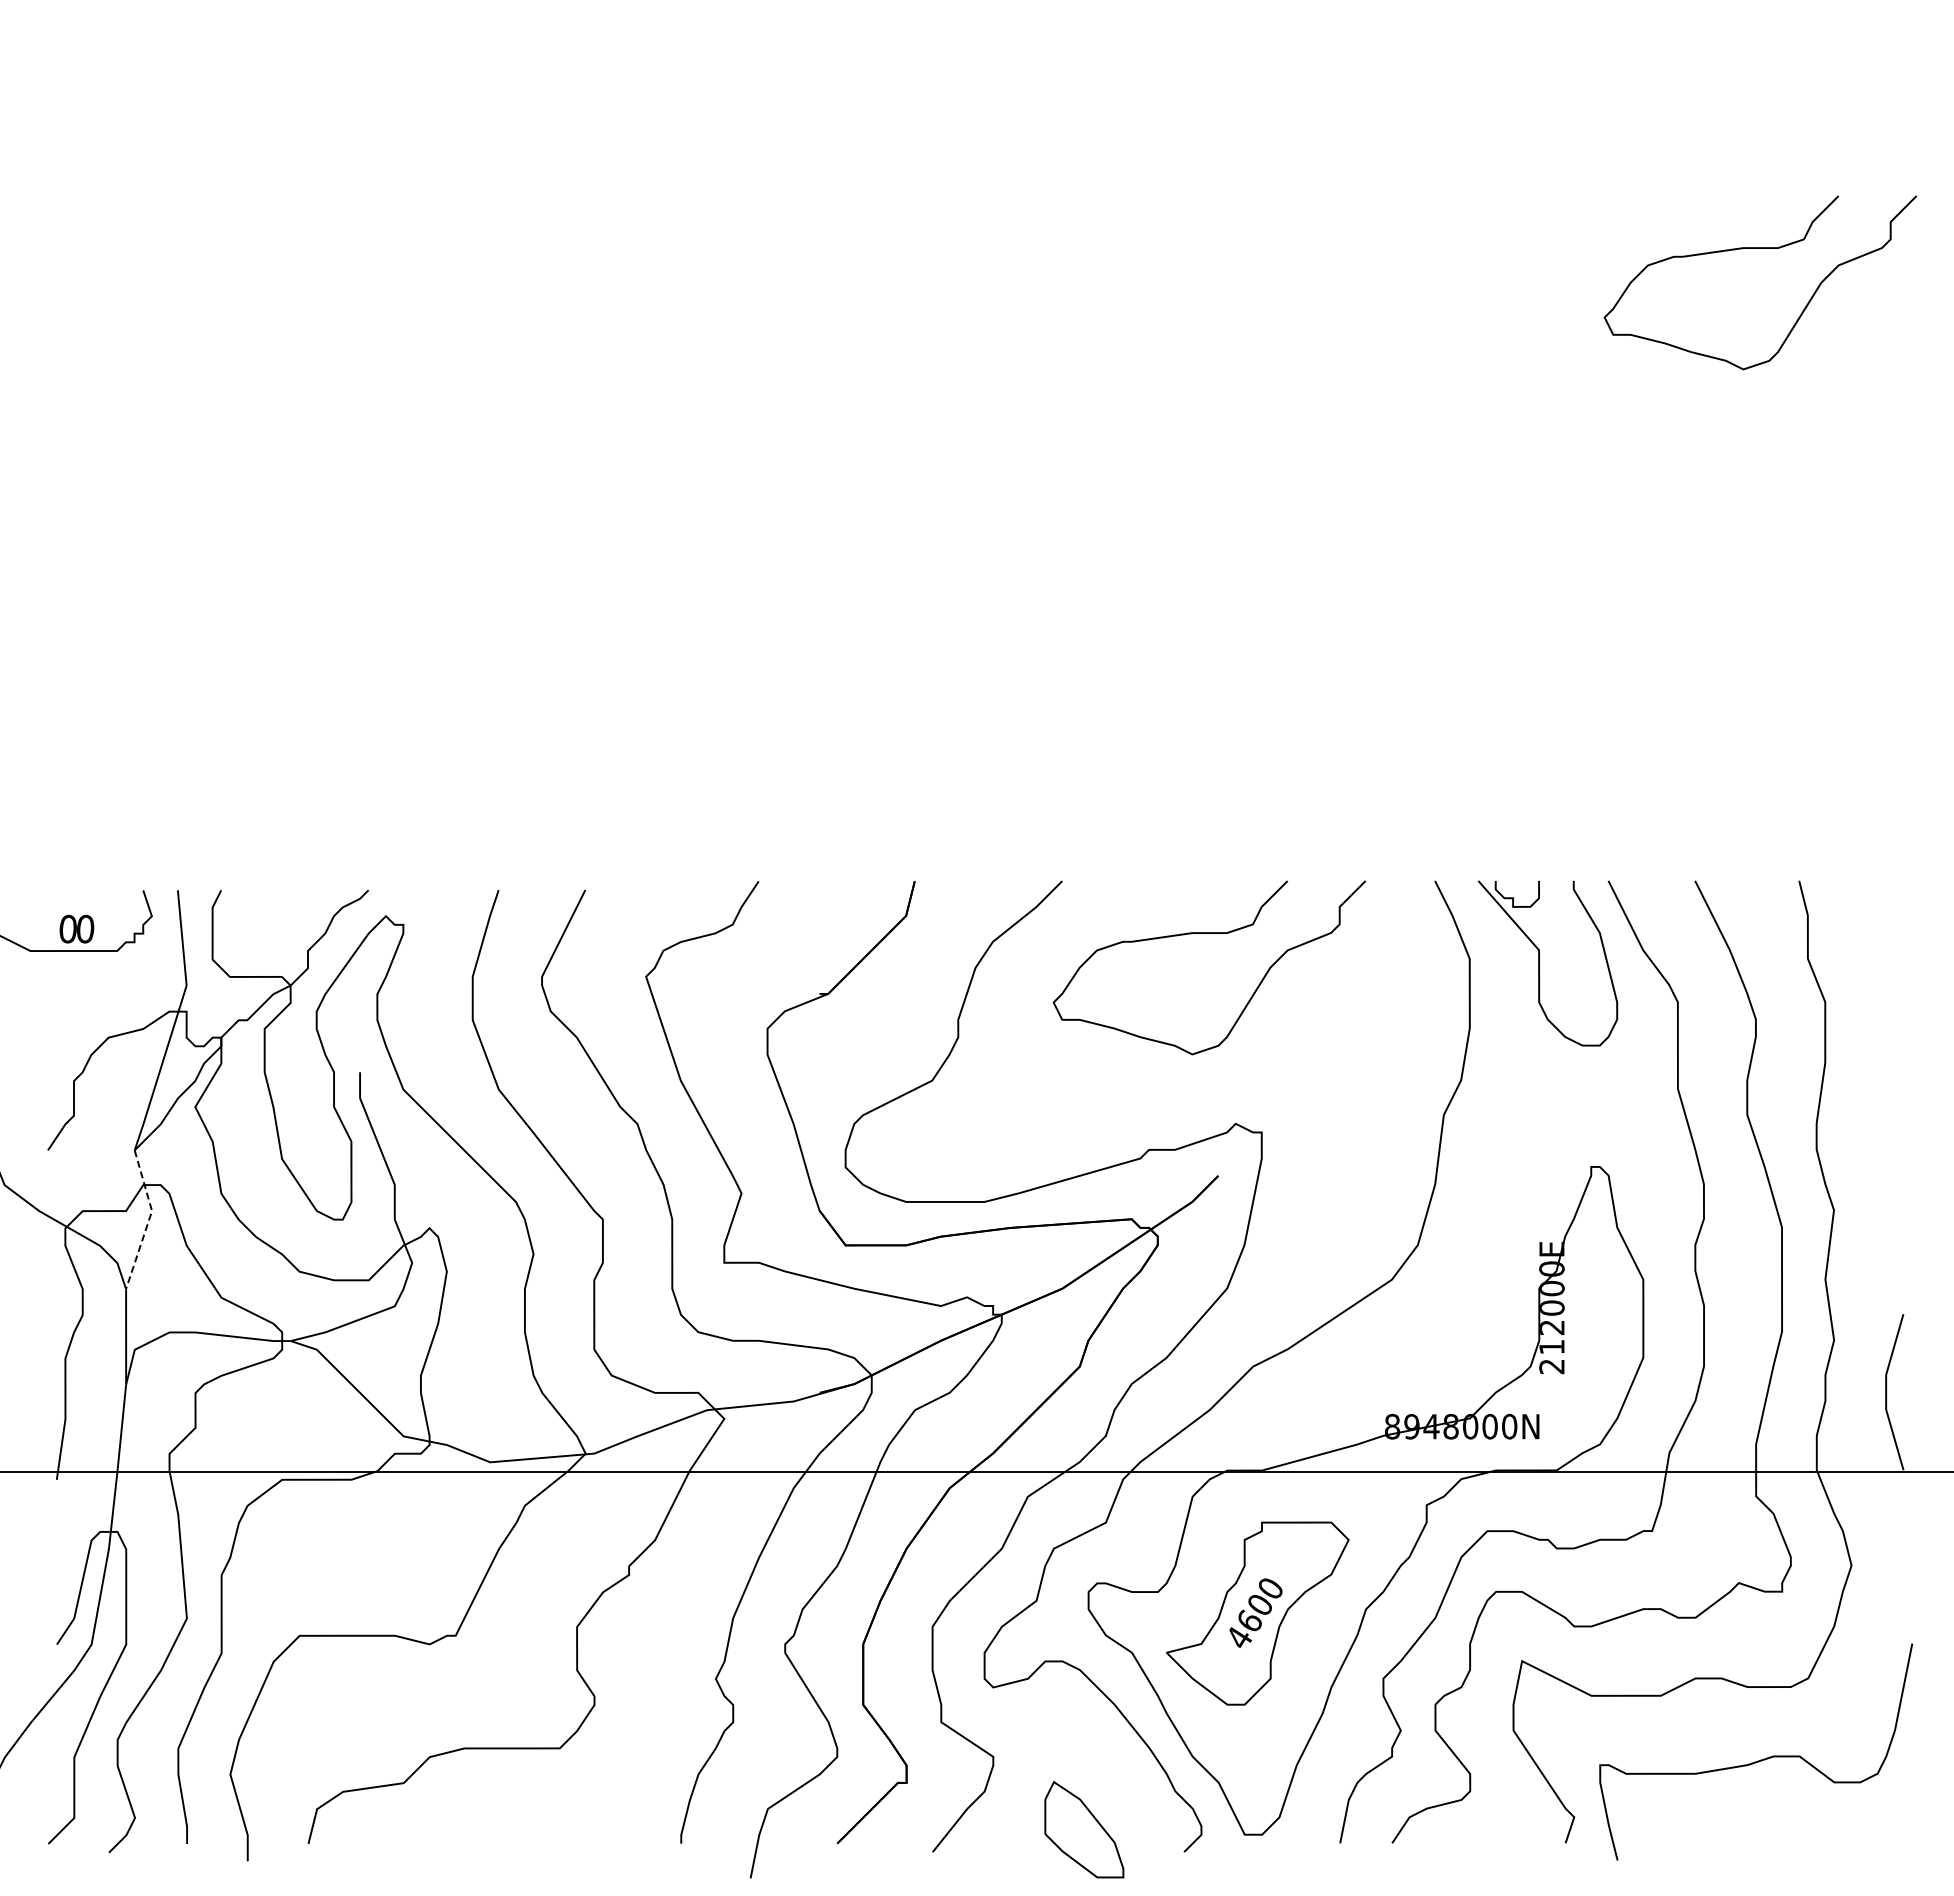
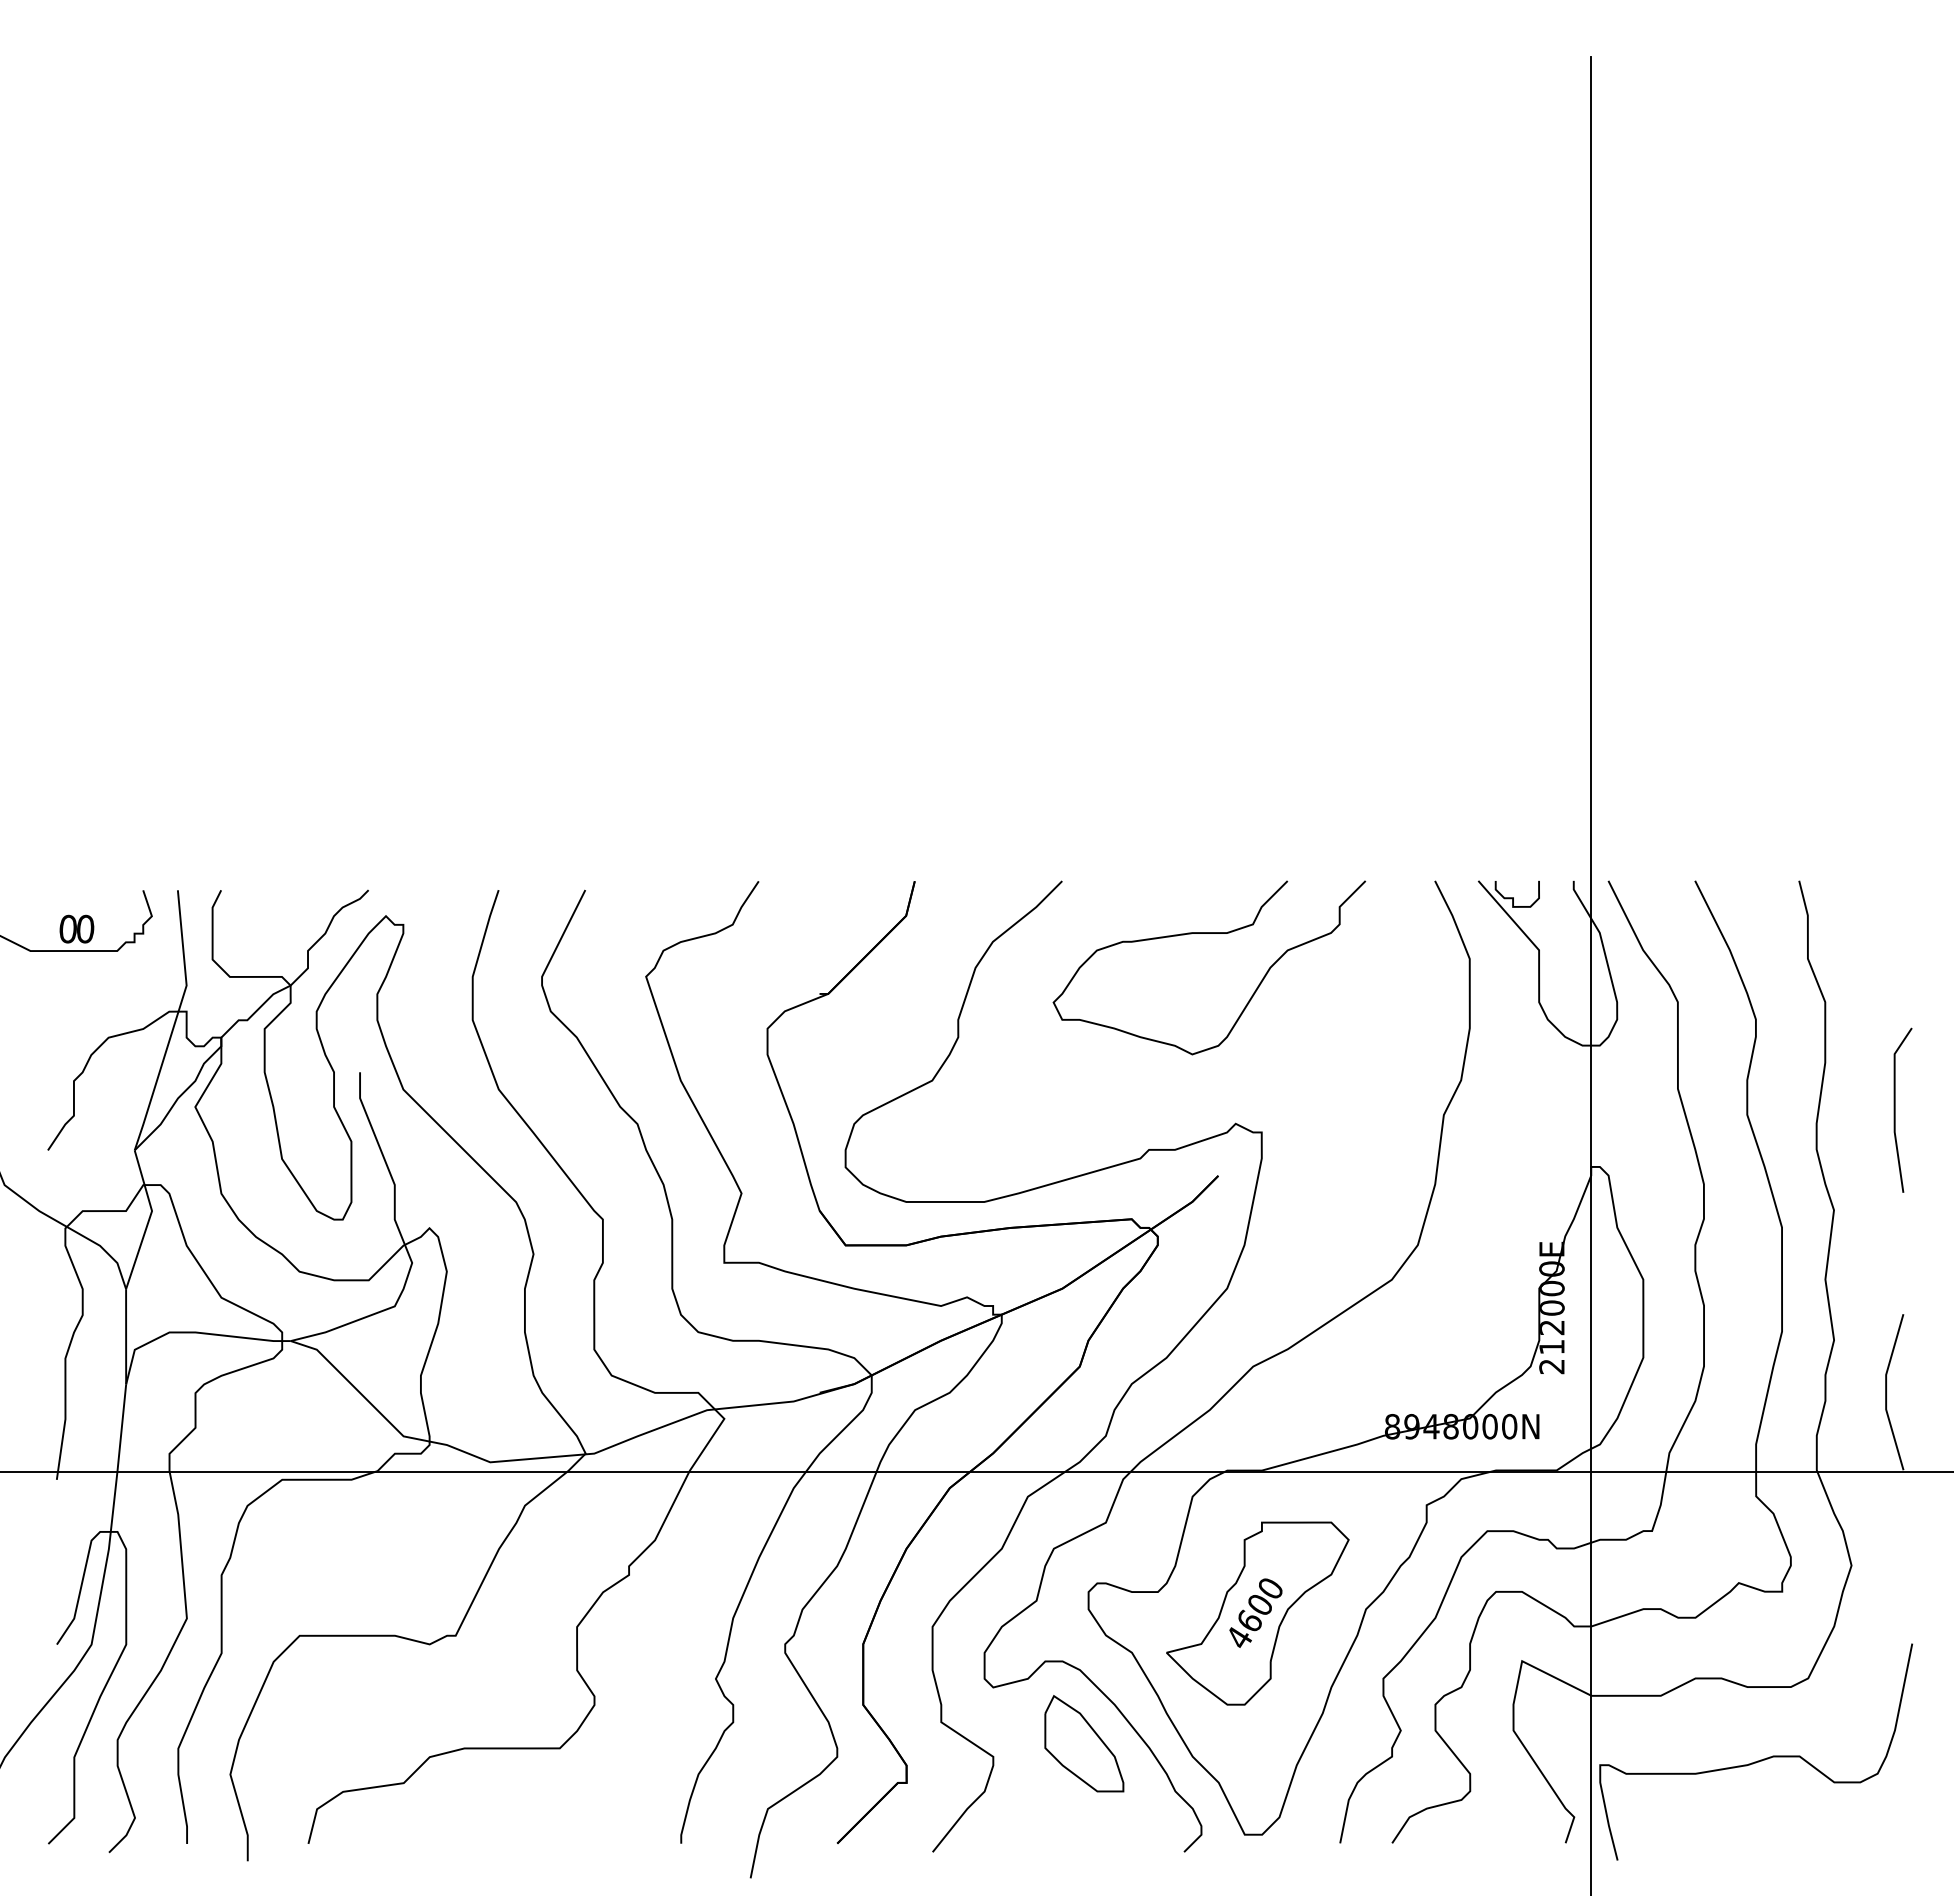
curve at (1760, 248): present -> none
line at (1591, 974): none -> present
line at (1895, 1109): none -> present
line at (149, 1219): dashed -> solid
part at (1084, 1829) position: (1084, 1829) -> (1084, 1743)
